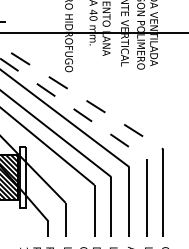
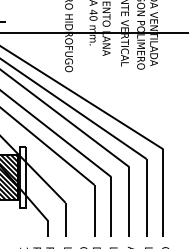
line at (82, 98): dashed -> solid
line at (74, 109): dashed -> solid
